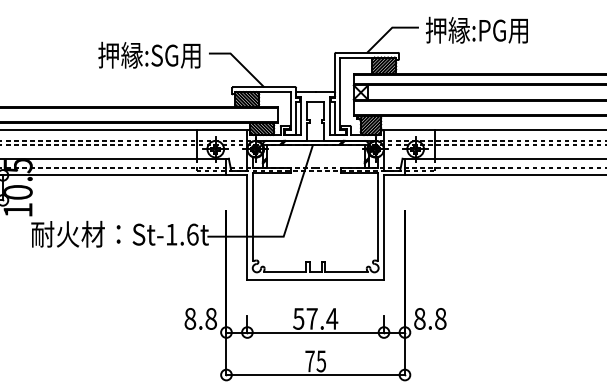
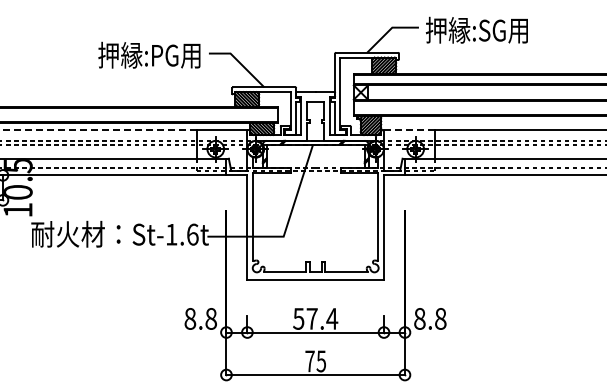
text at (478, 30): 押縁:PG用 -> 押縁:SG用
text at (150, 55): 押縁:SG用 -> 押縁:PG用
line at (98, 130): solid -> dashed
line at (409, 130): solid -> dashed
